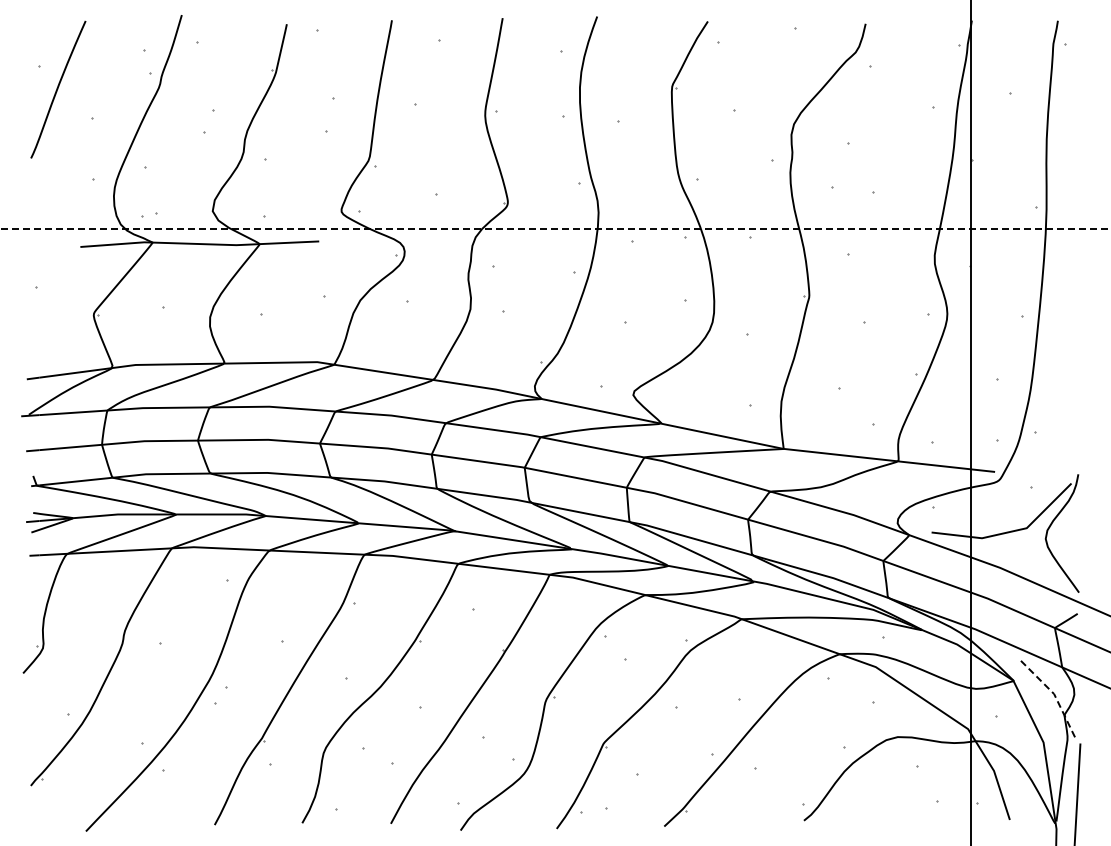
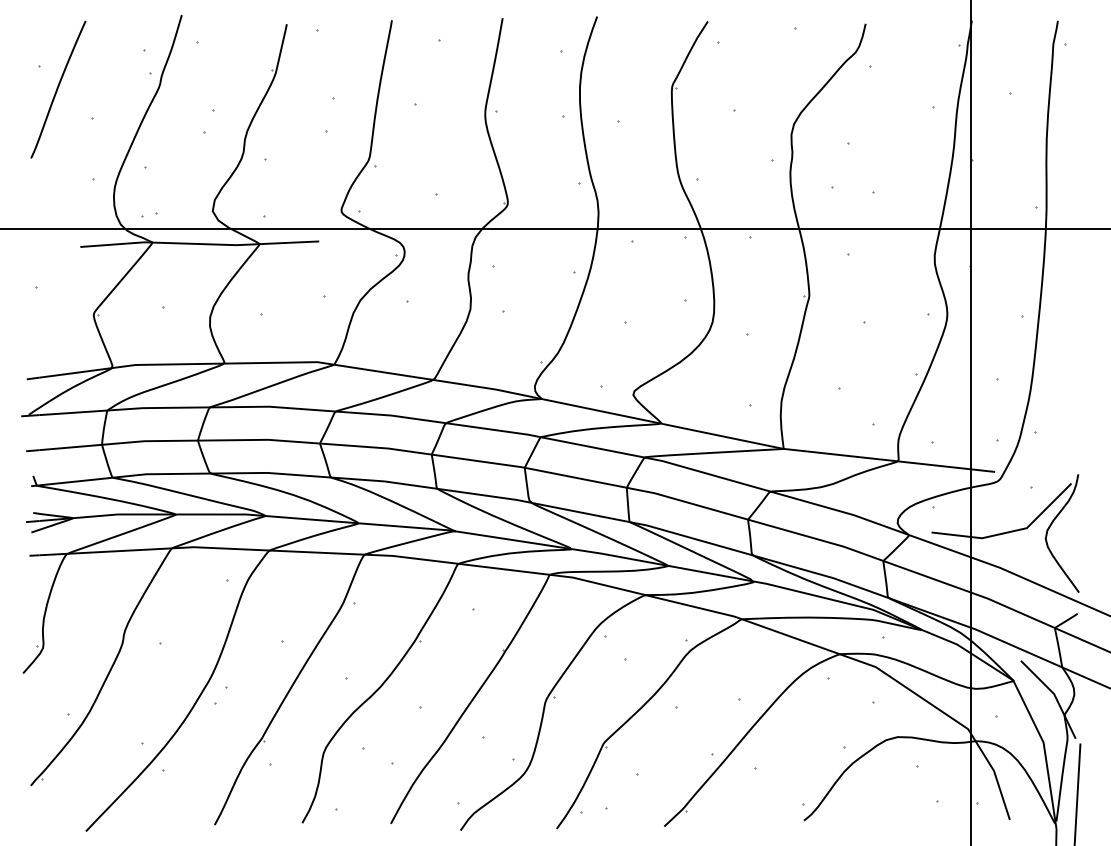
line at (554, 228): dashed -> solid
line at (1054, 694): dashed -> solid
